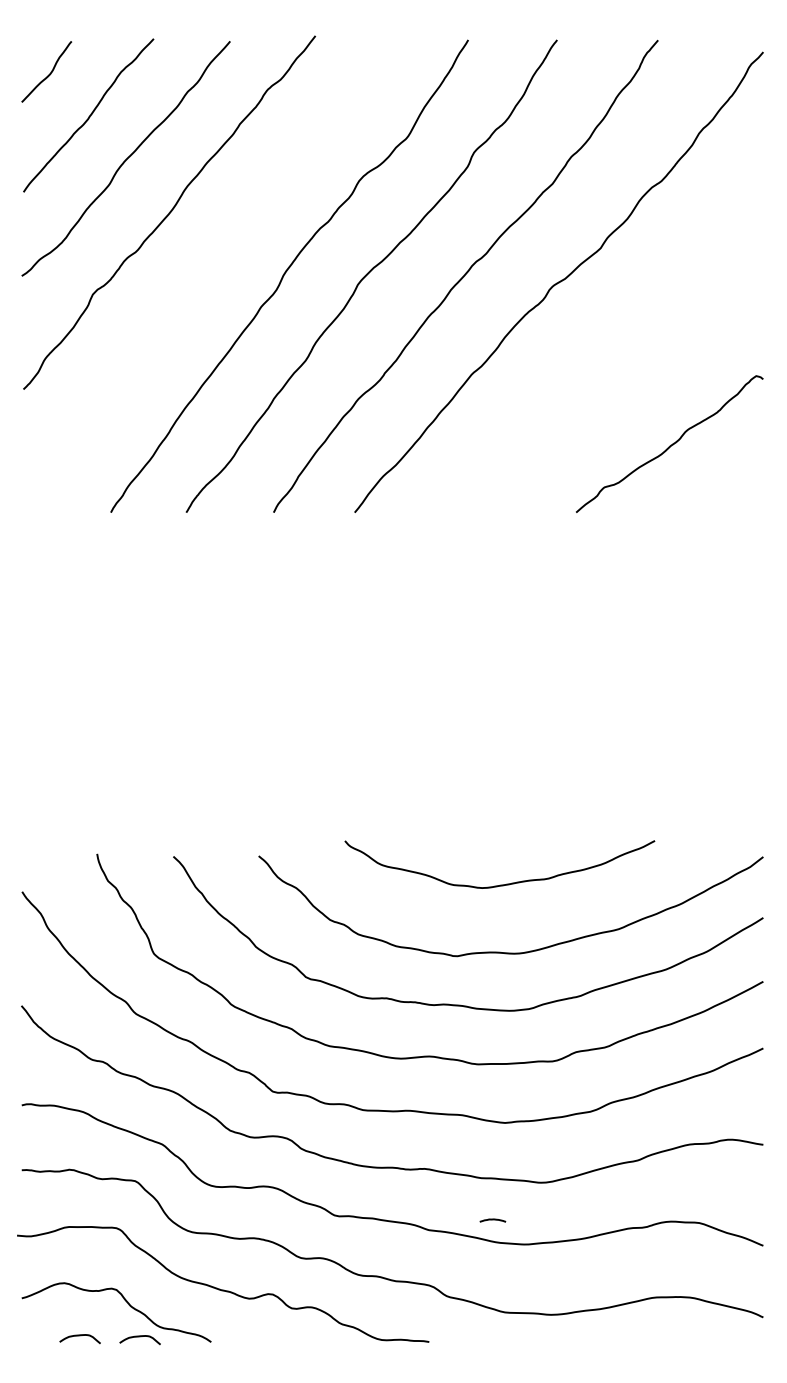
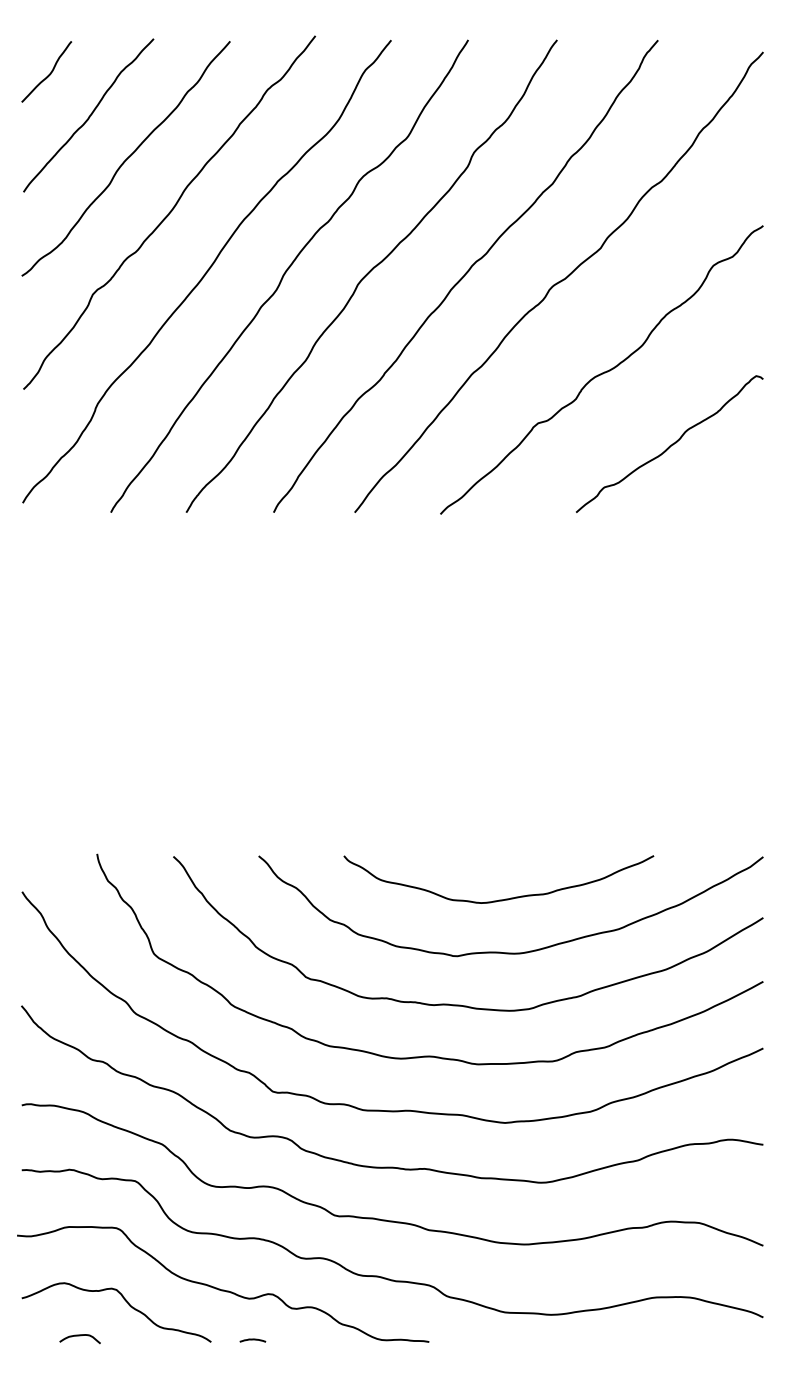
curve at (206, 271): none -> present
curve at (602, 372): none -> present
curve at (500, 884) position: (500, 884) -> (499, 899)
curve at (492, 1220) position: (492, 1220) -> (252, 1340)
curve at (139, 1337): present -> none
